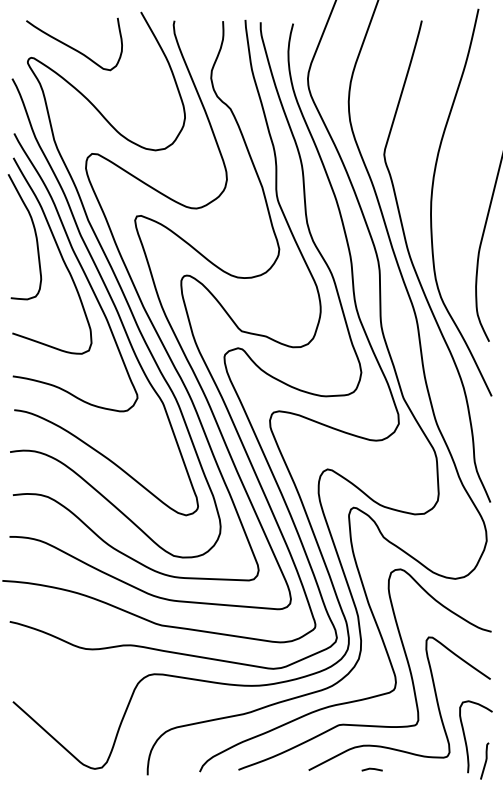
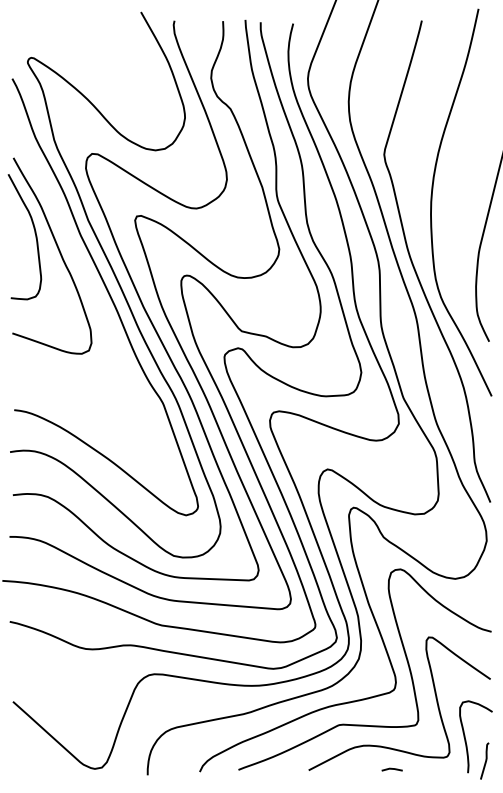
curve at (73, 47): present -> none
curve at (81, 269): present -> none
line at (371, 769) position: (371, 769) -> (391, 769)
